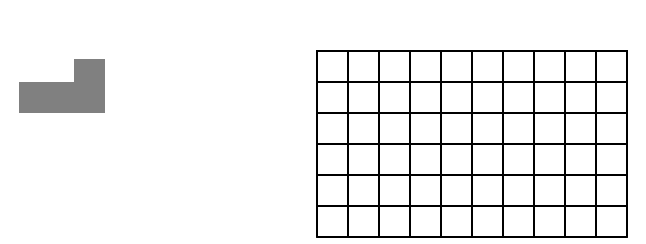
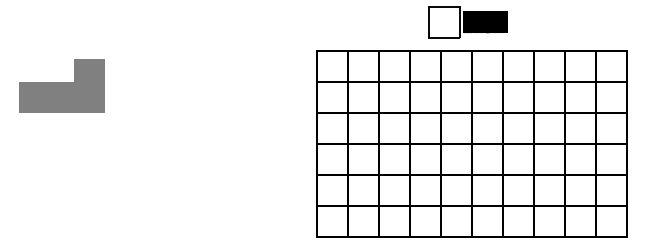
part at (467, 22): none -> present
